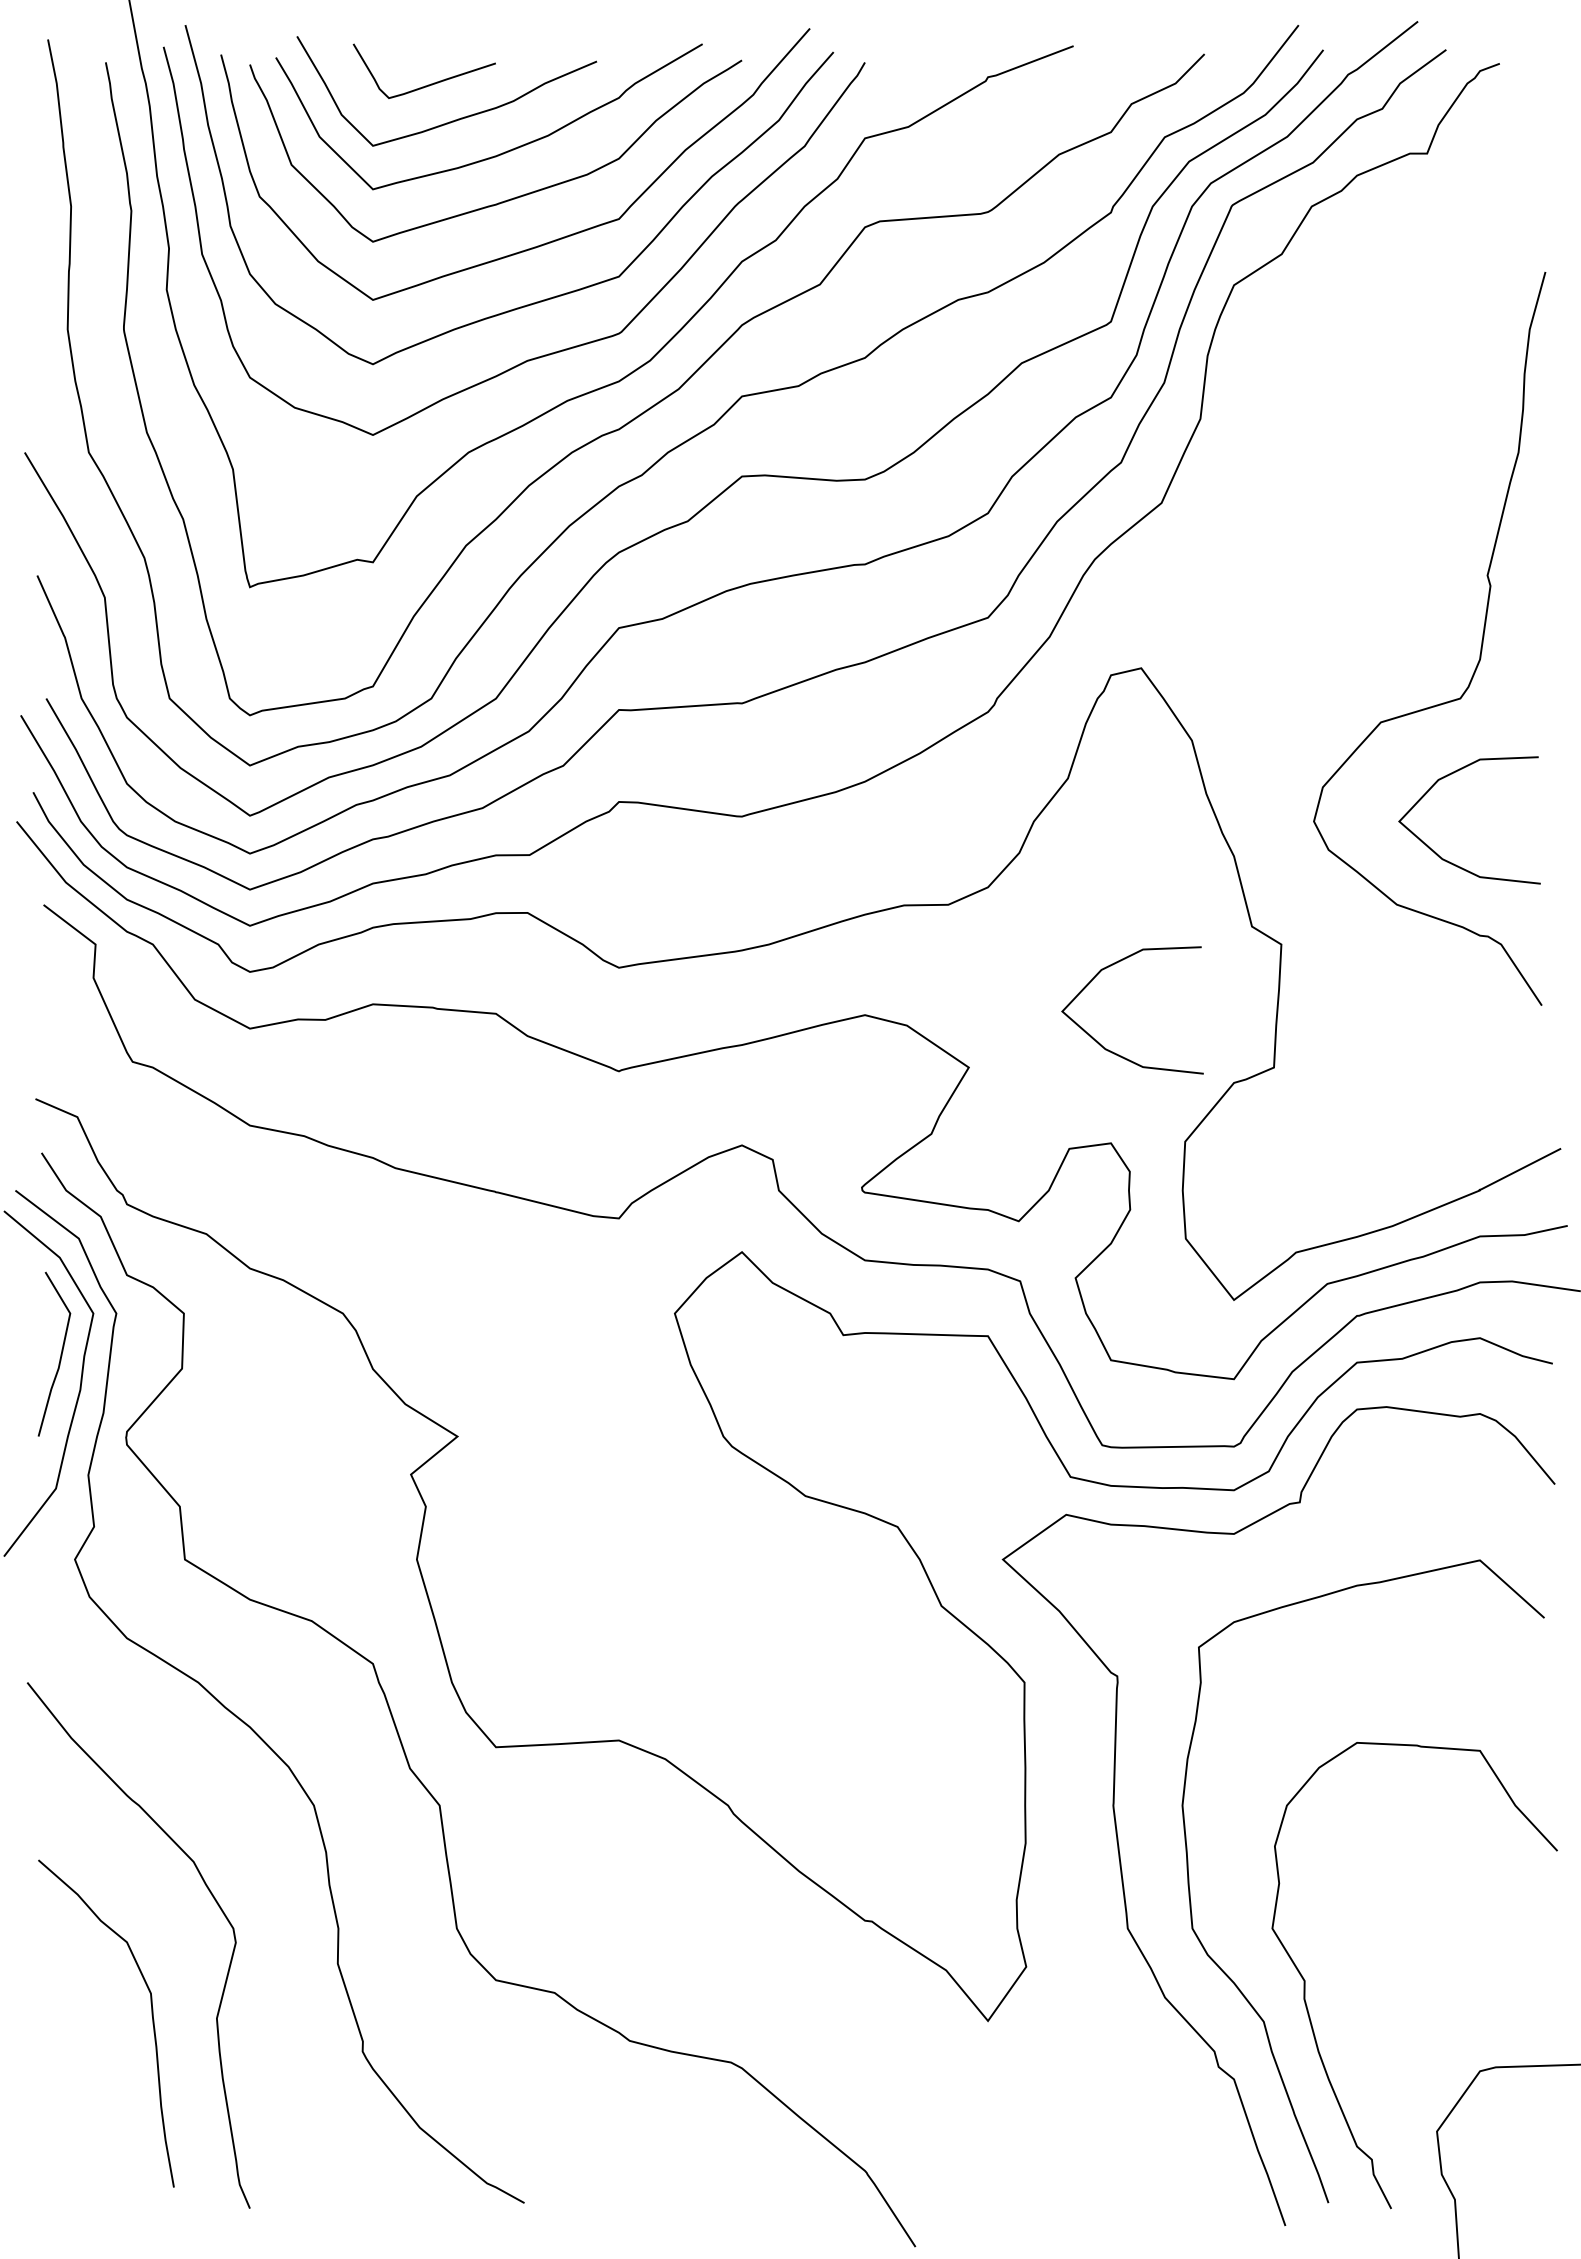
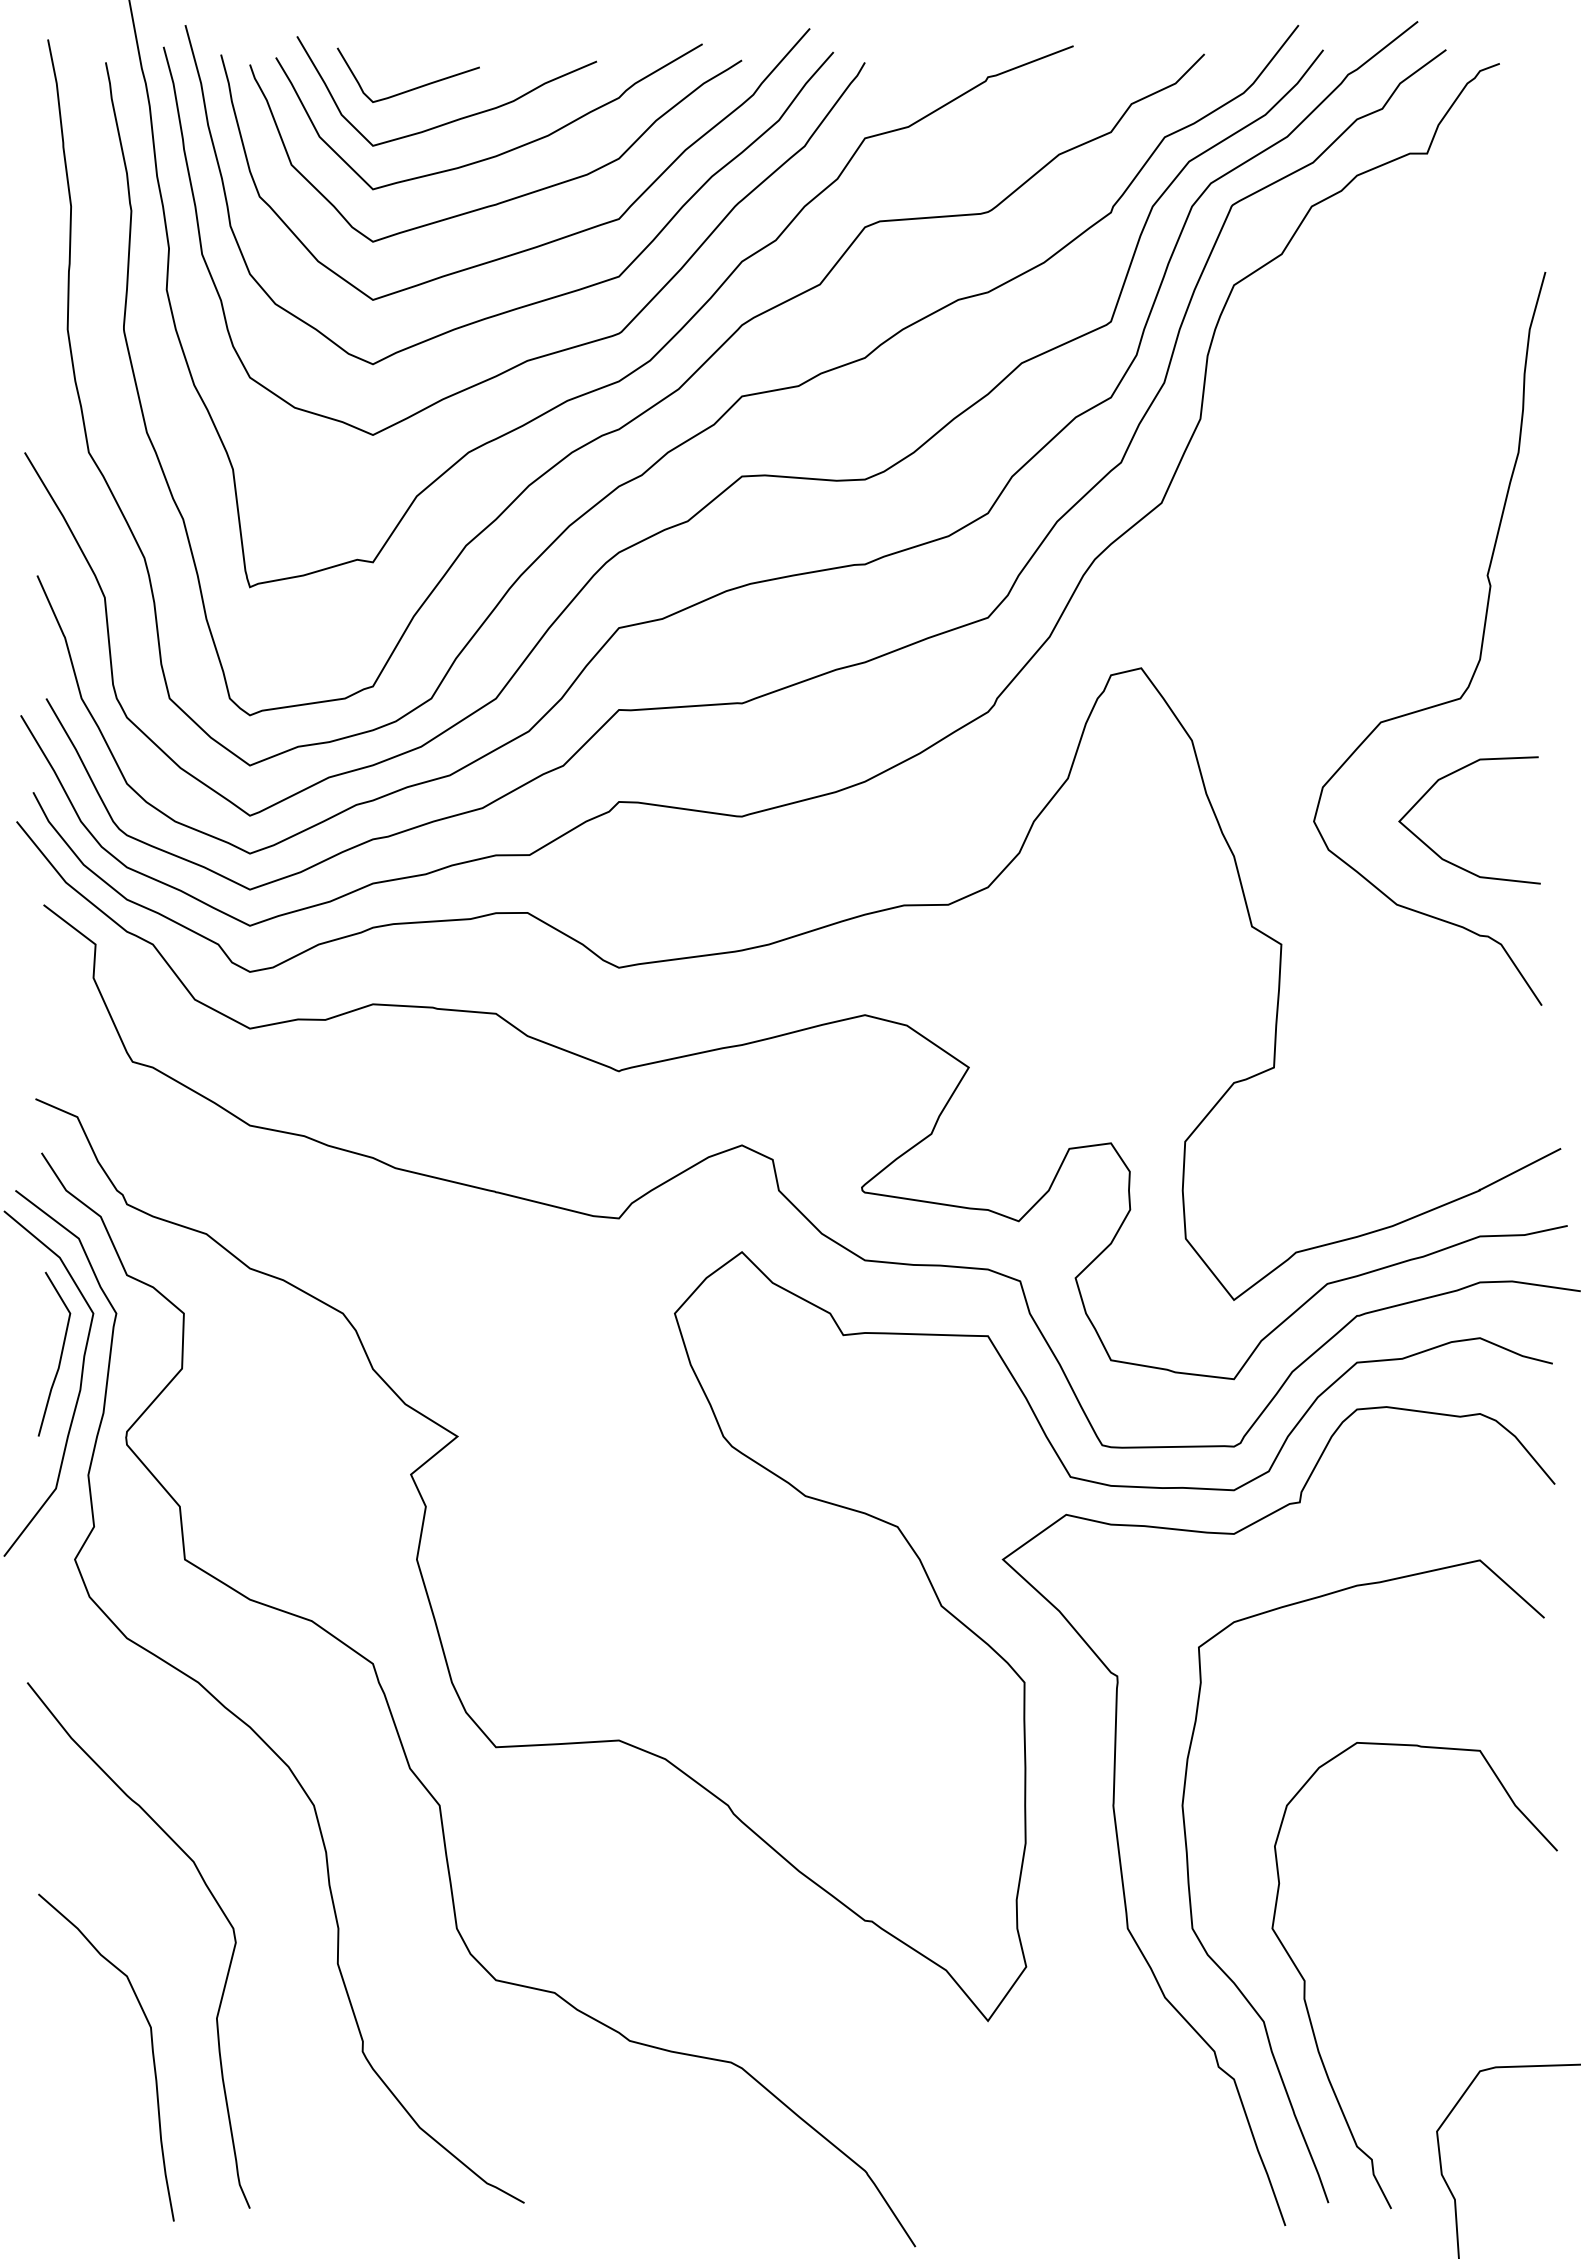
curve at (428, 84) position: (428, 84) -> (412, 88)
curve at (1117, 1053): present -> none
curve at (151, 2015) position: (151, 2015) -> (151, 2049)
